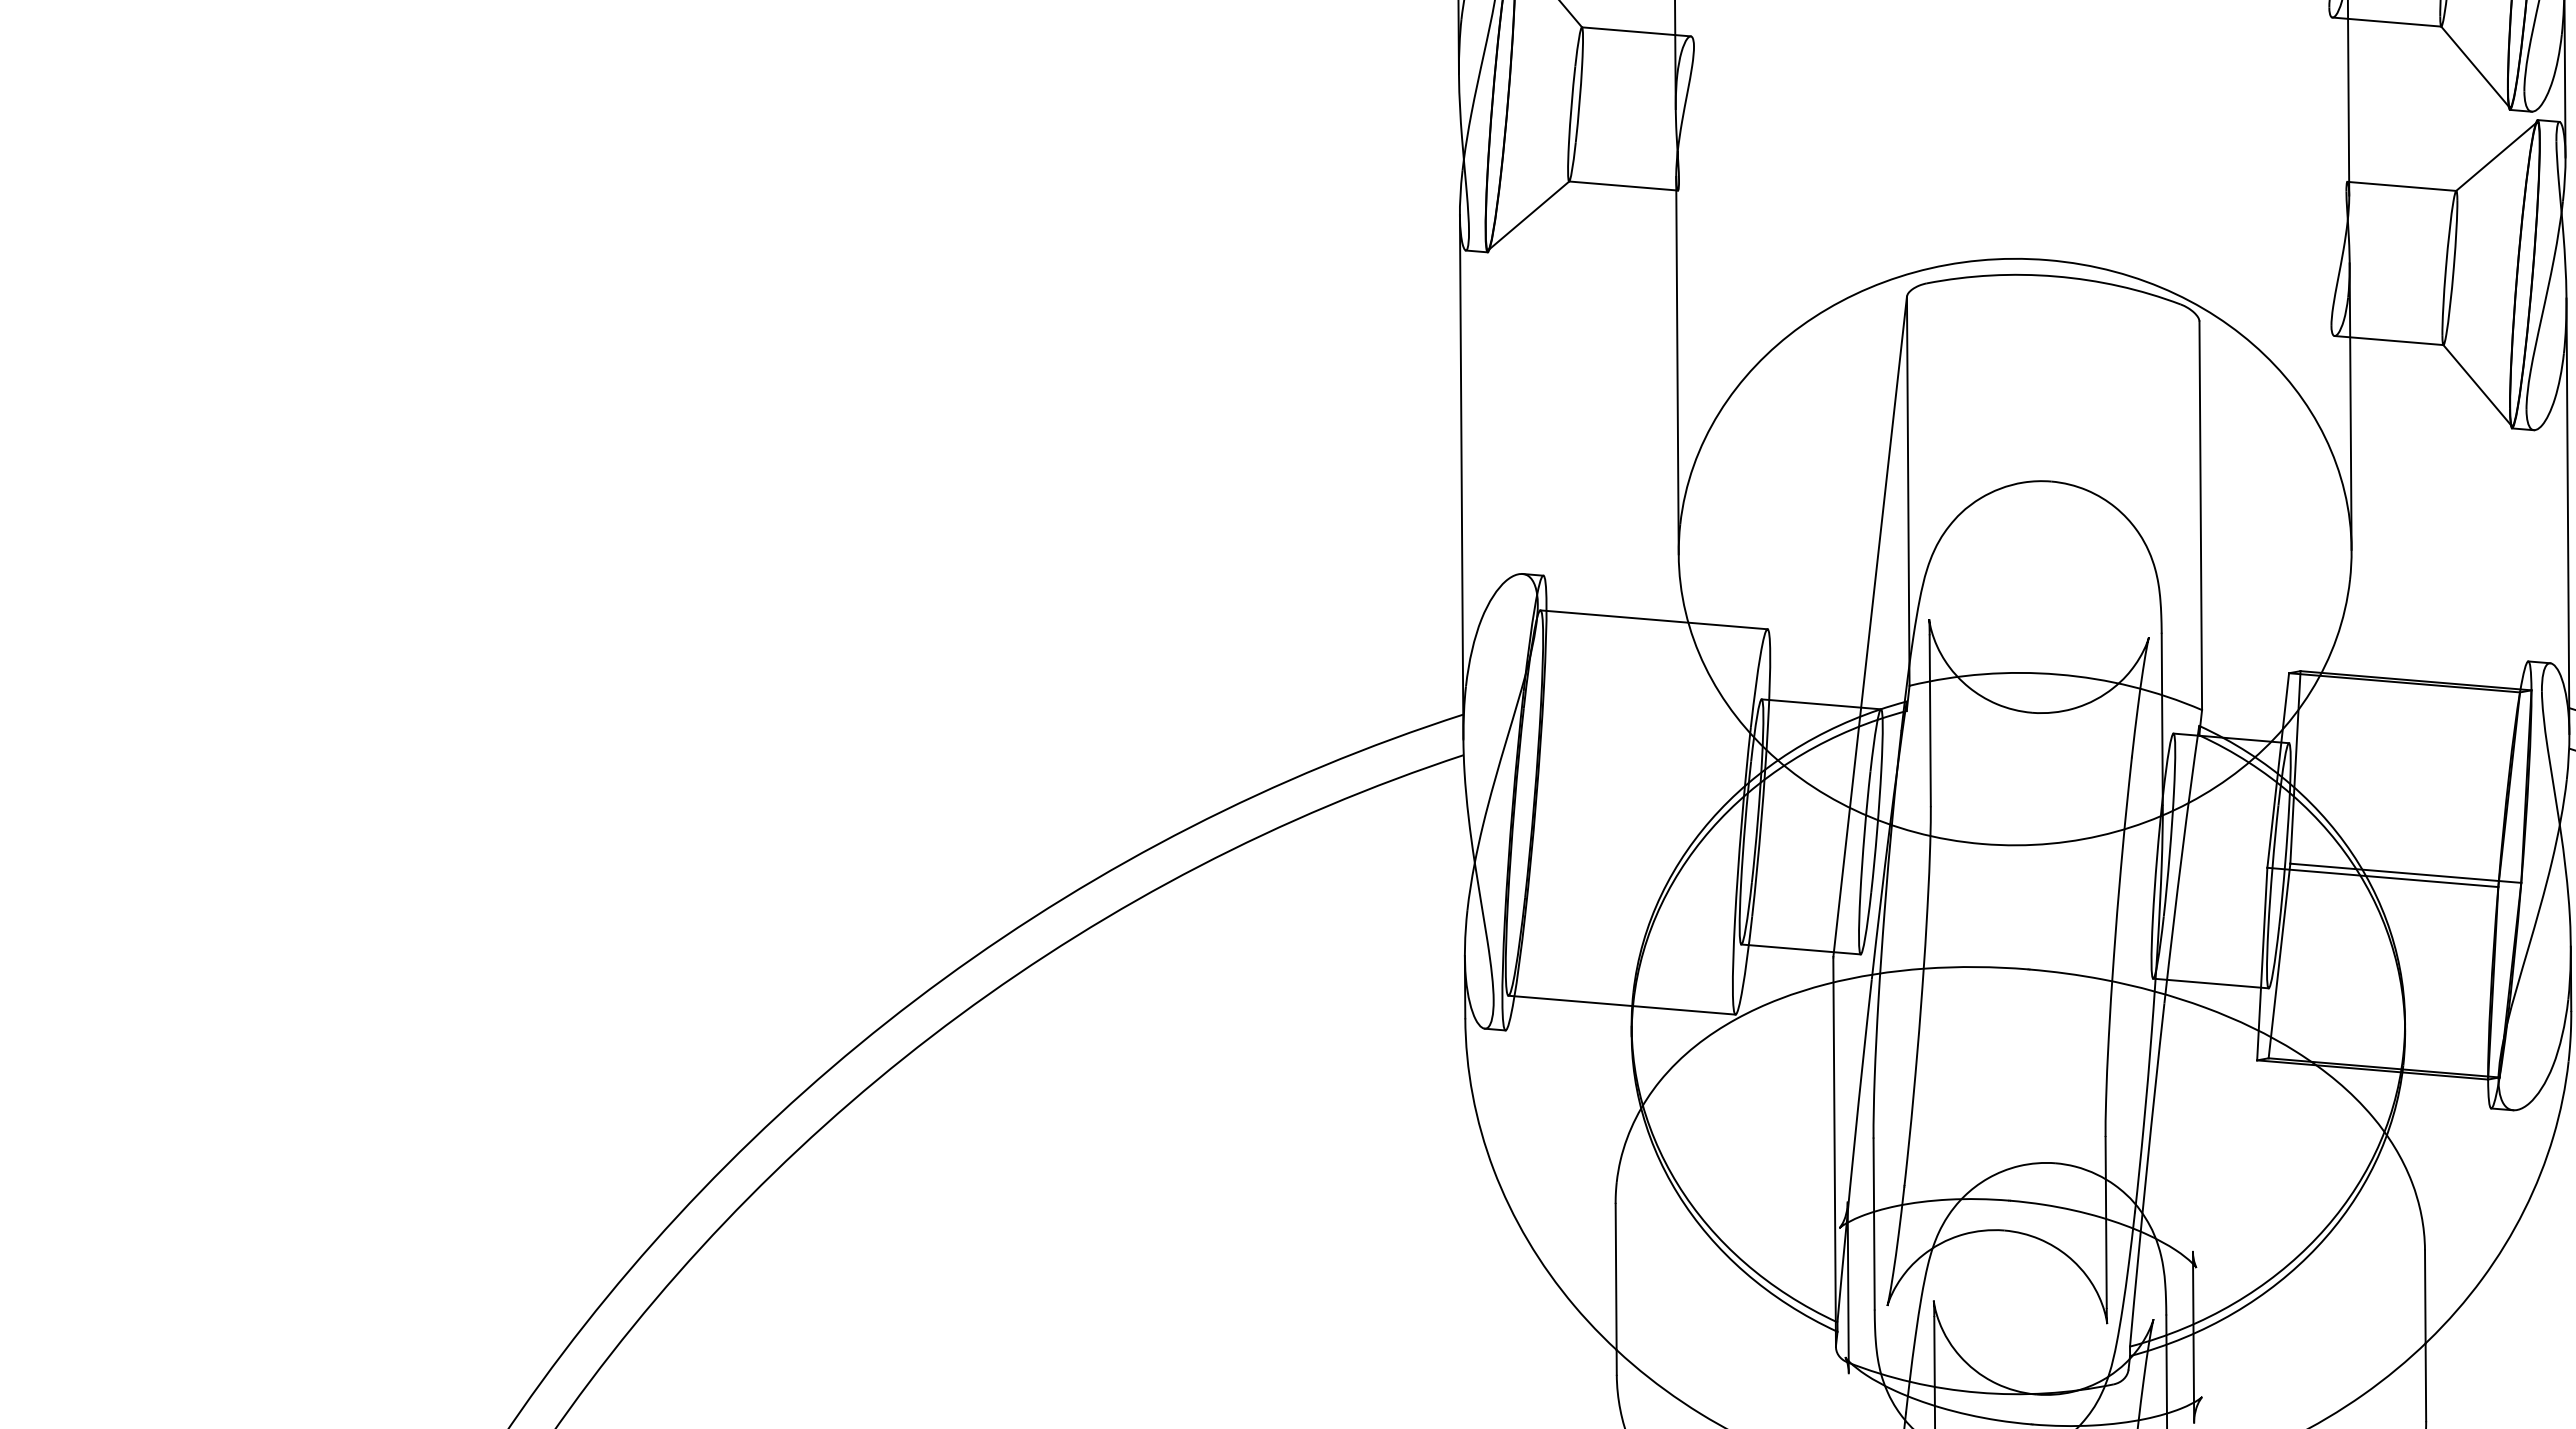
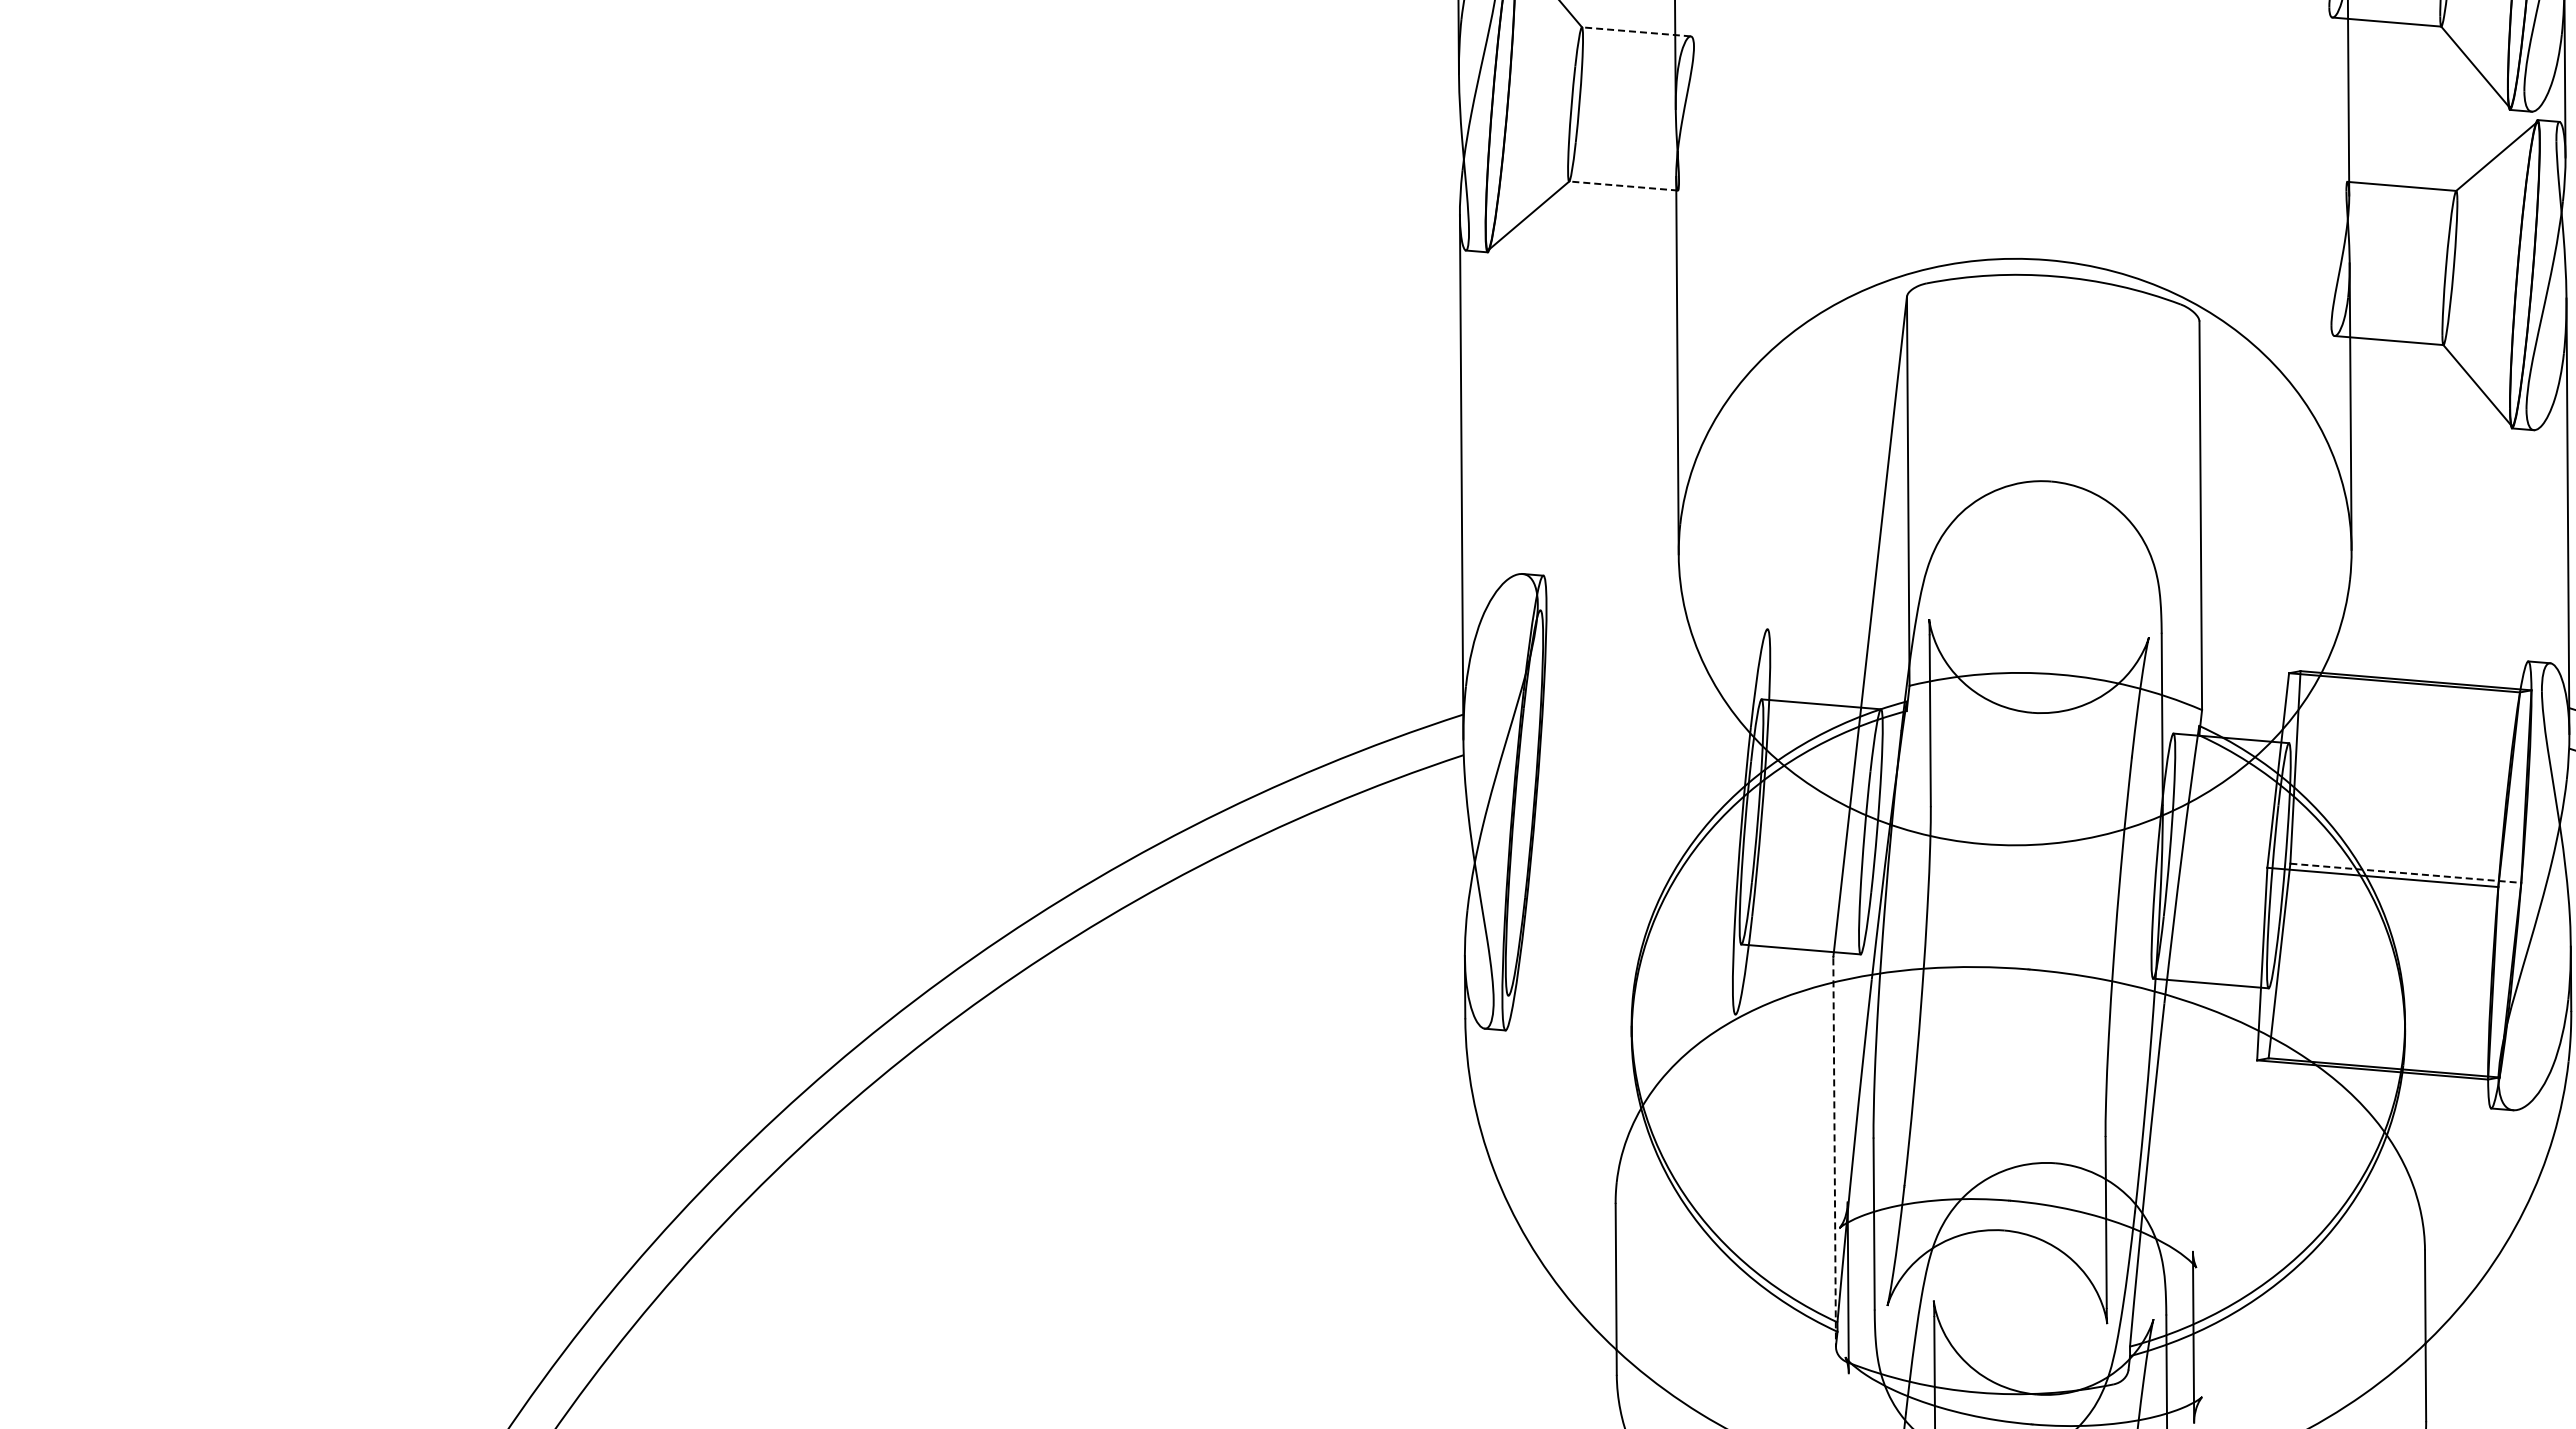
line at (1636, 31): solid -> dashed
line at (1623, 186): solid -> dashed
line at (1653, 619): present -> none
line at (2405, 873): solid -> dashed
line at (1621, 1004): present -> none
line at (1834, 1153): solid -> dashed
